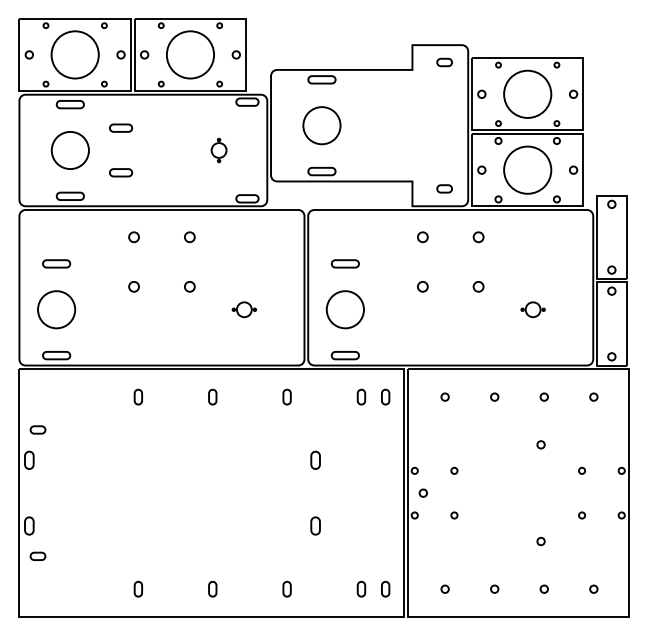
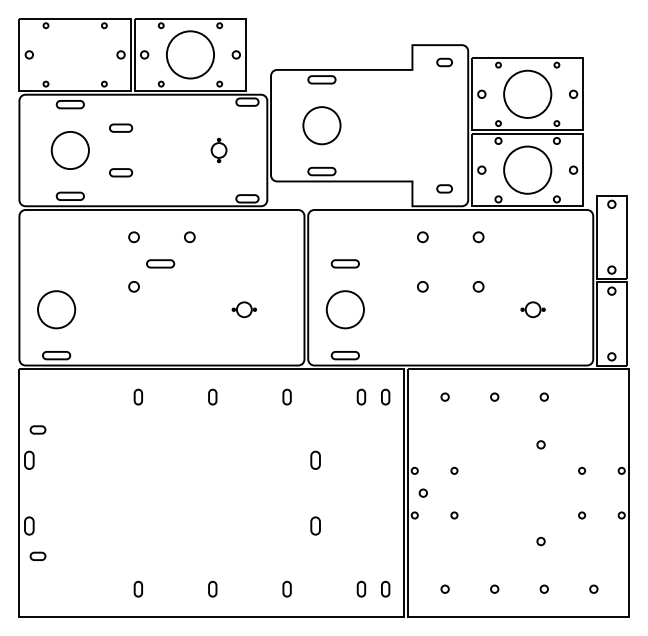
part at (74, 54): present -> none
part at (56, 263) position: (56, 263) -> (160, 263)
part at (189, 286): present -> none
part at (593, 396): present -> none
